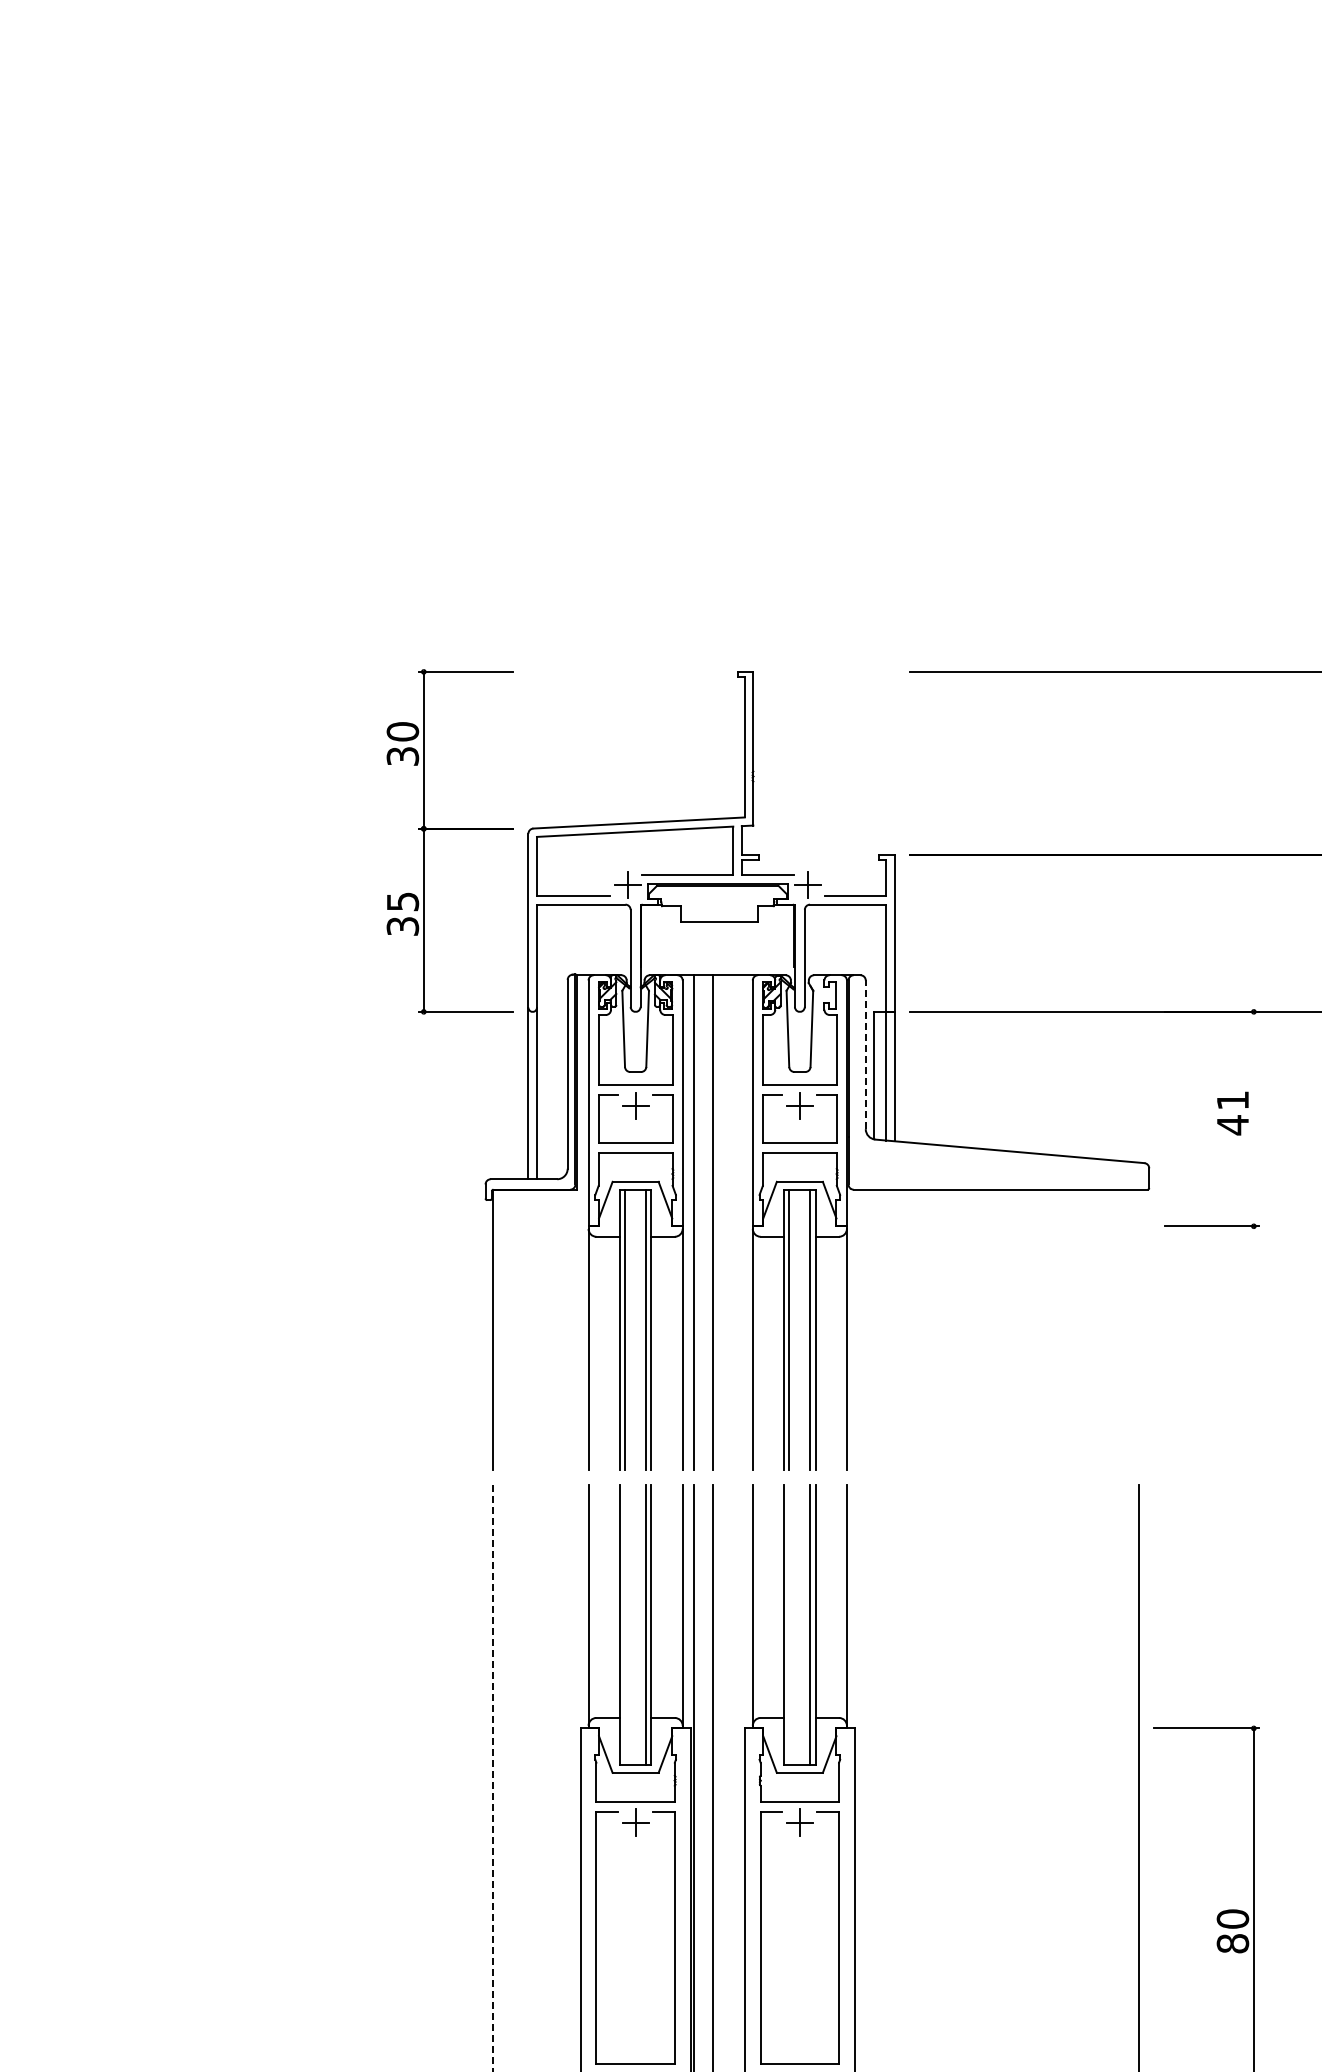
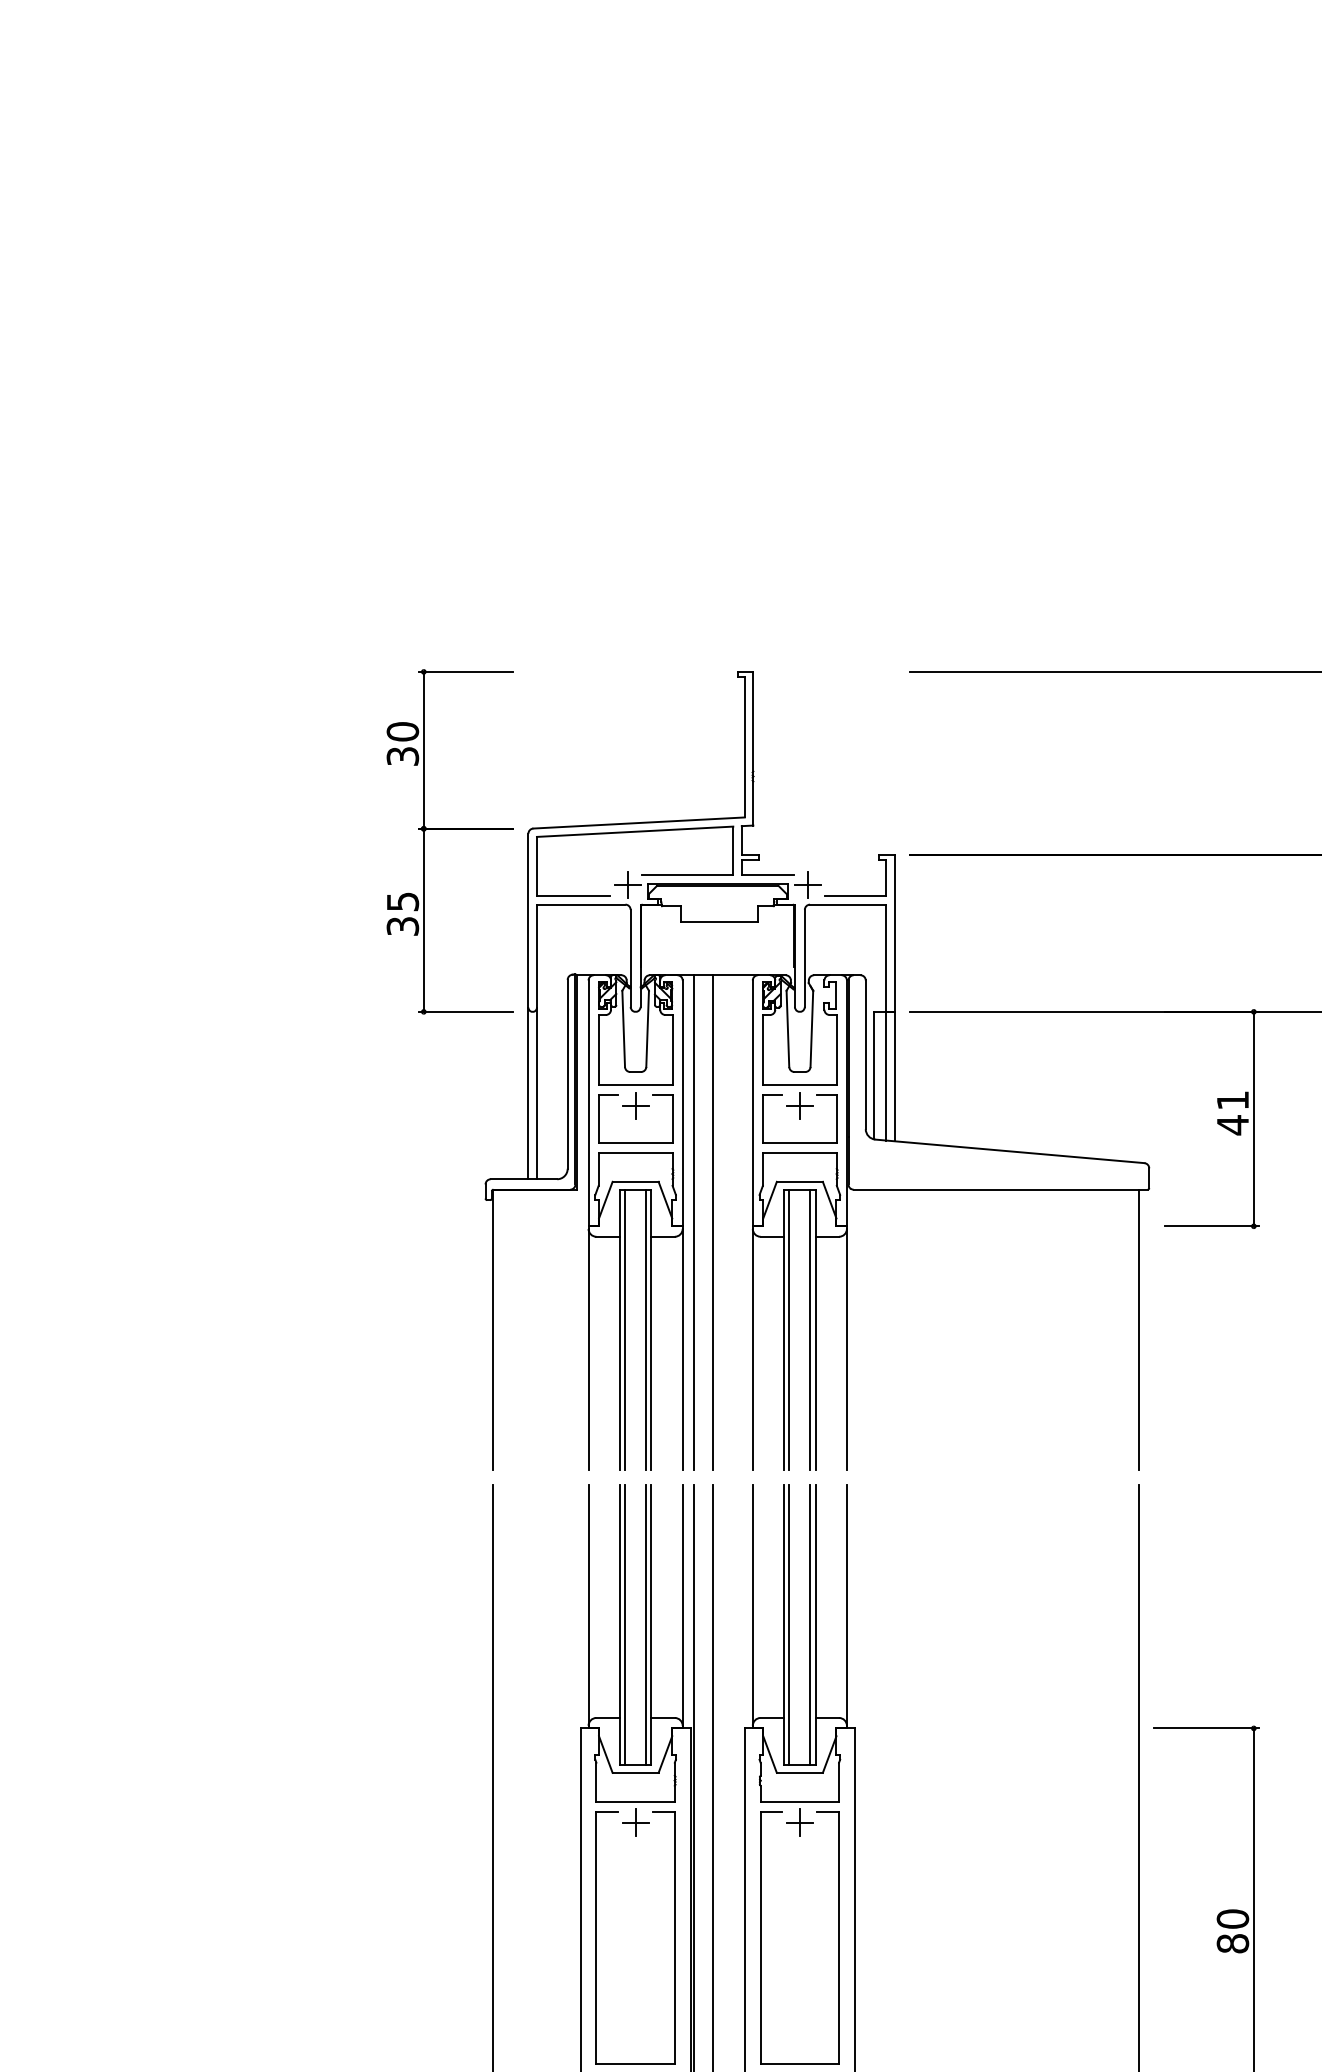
line at (865, 1054): dashed -> solid
line at (1253, 1118): none -> present
line at (1138, 1329): none -> present
line at (625, 1625): none -> present
line at (789, 1625): none -> present
line at (493, 1778): dashed -> solid
